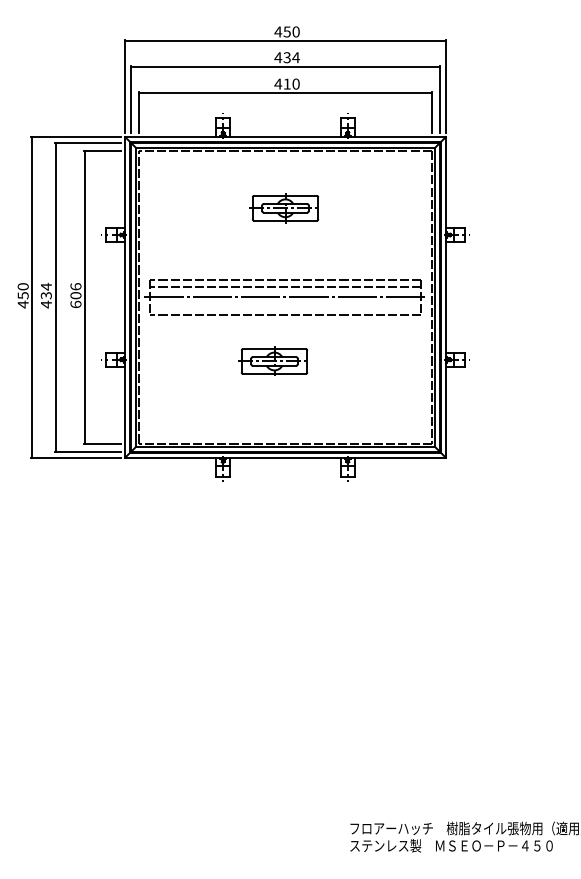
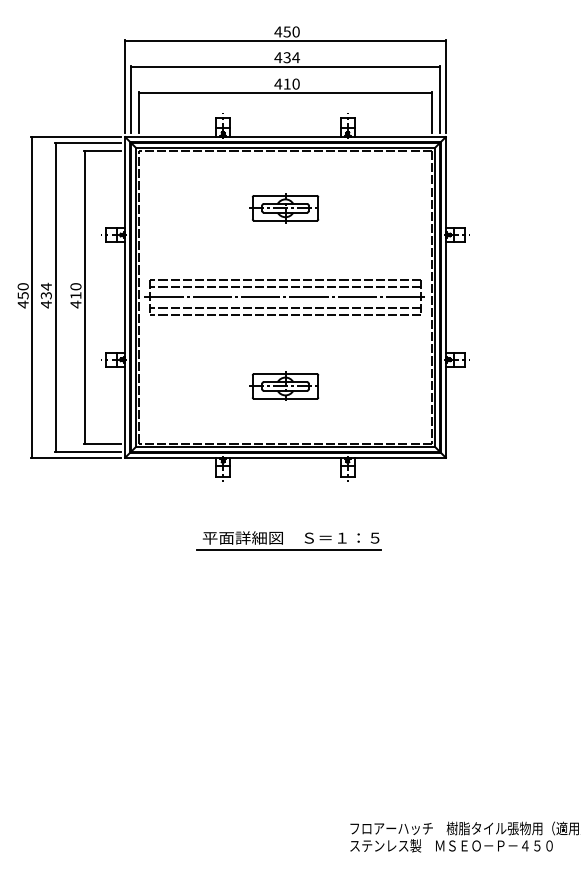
text at (75, 295): 606 -> 410
line at (285, 308): none -> present
part at (272, 360) position: (272, 360) -> (283, 385)
part at (288, 540): none -> present
